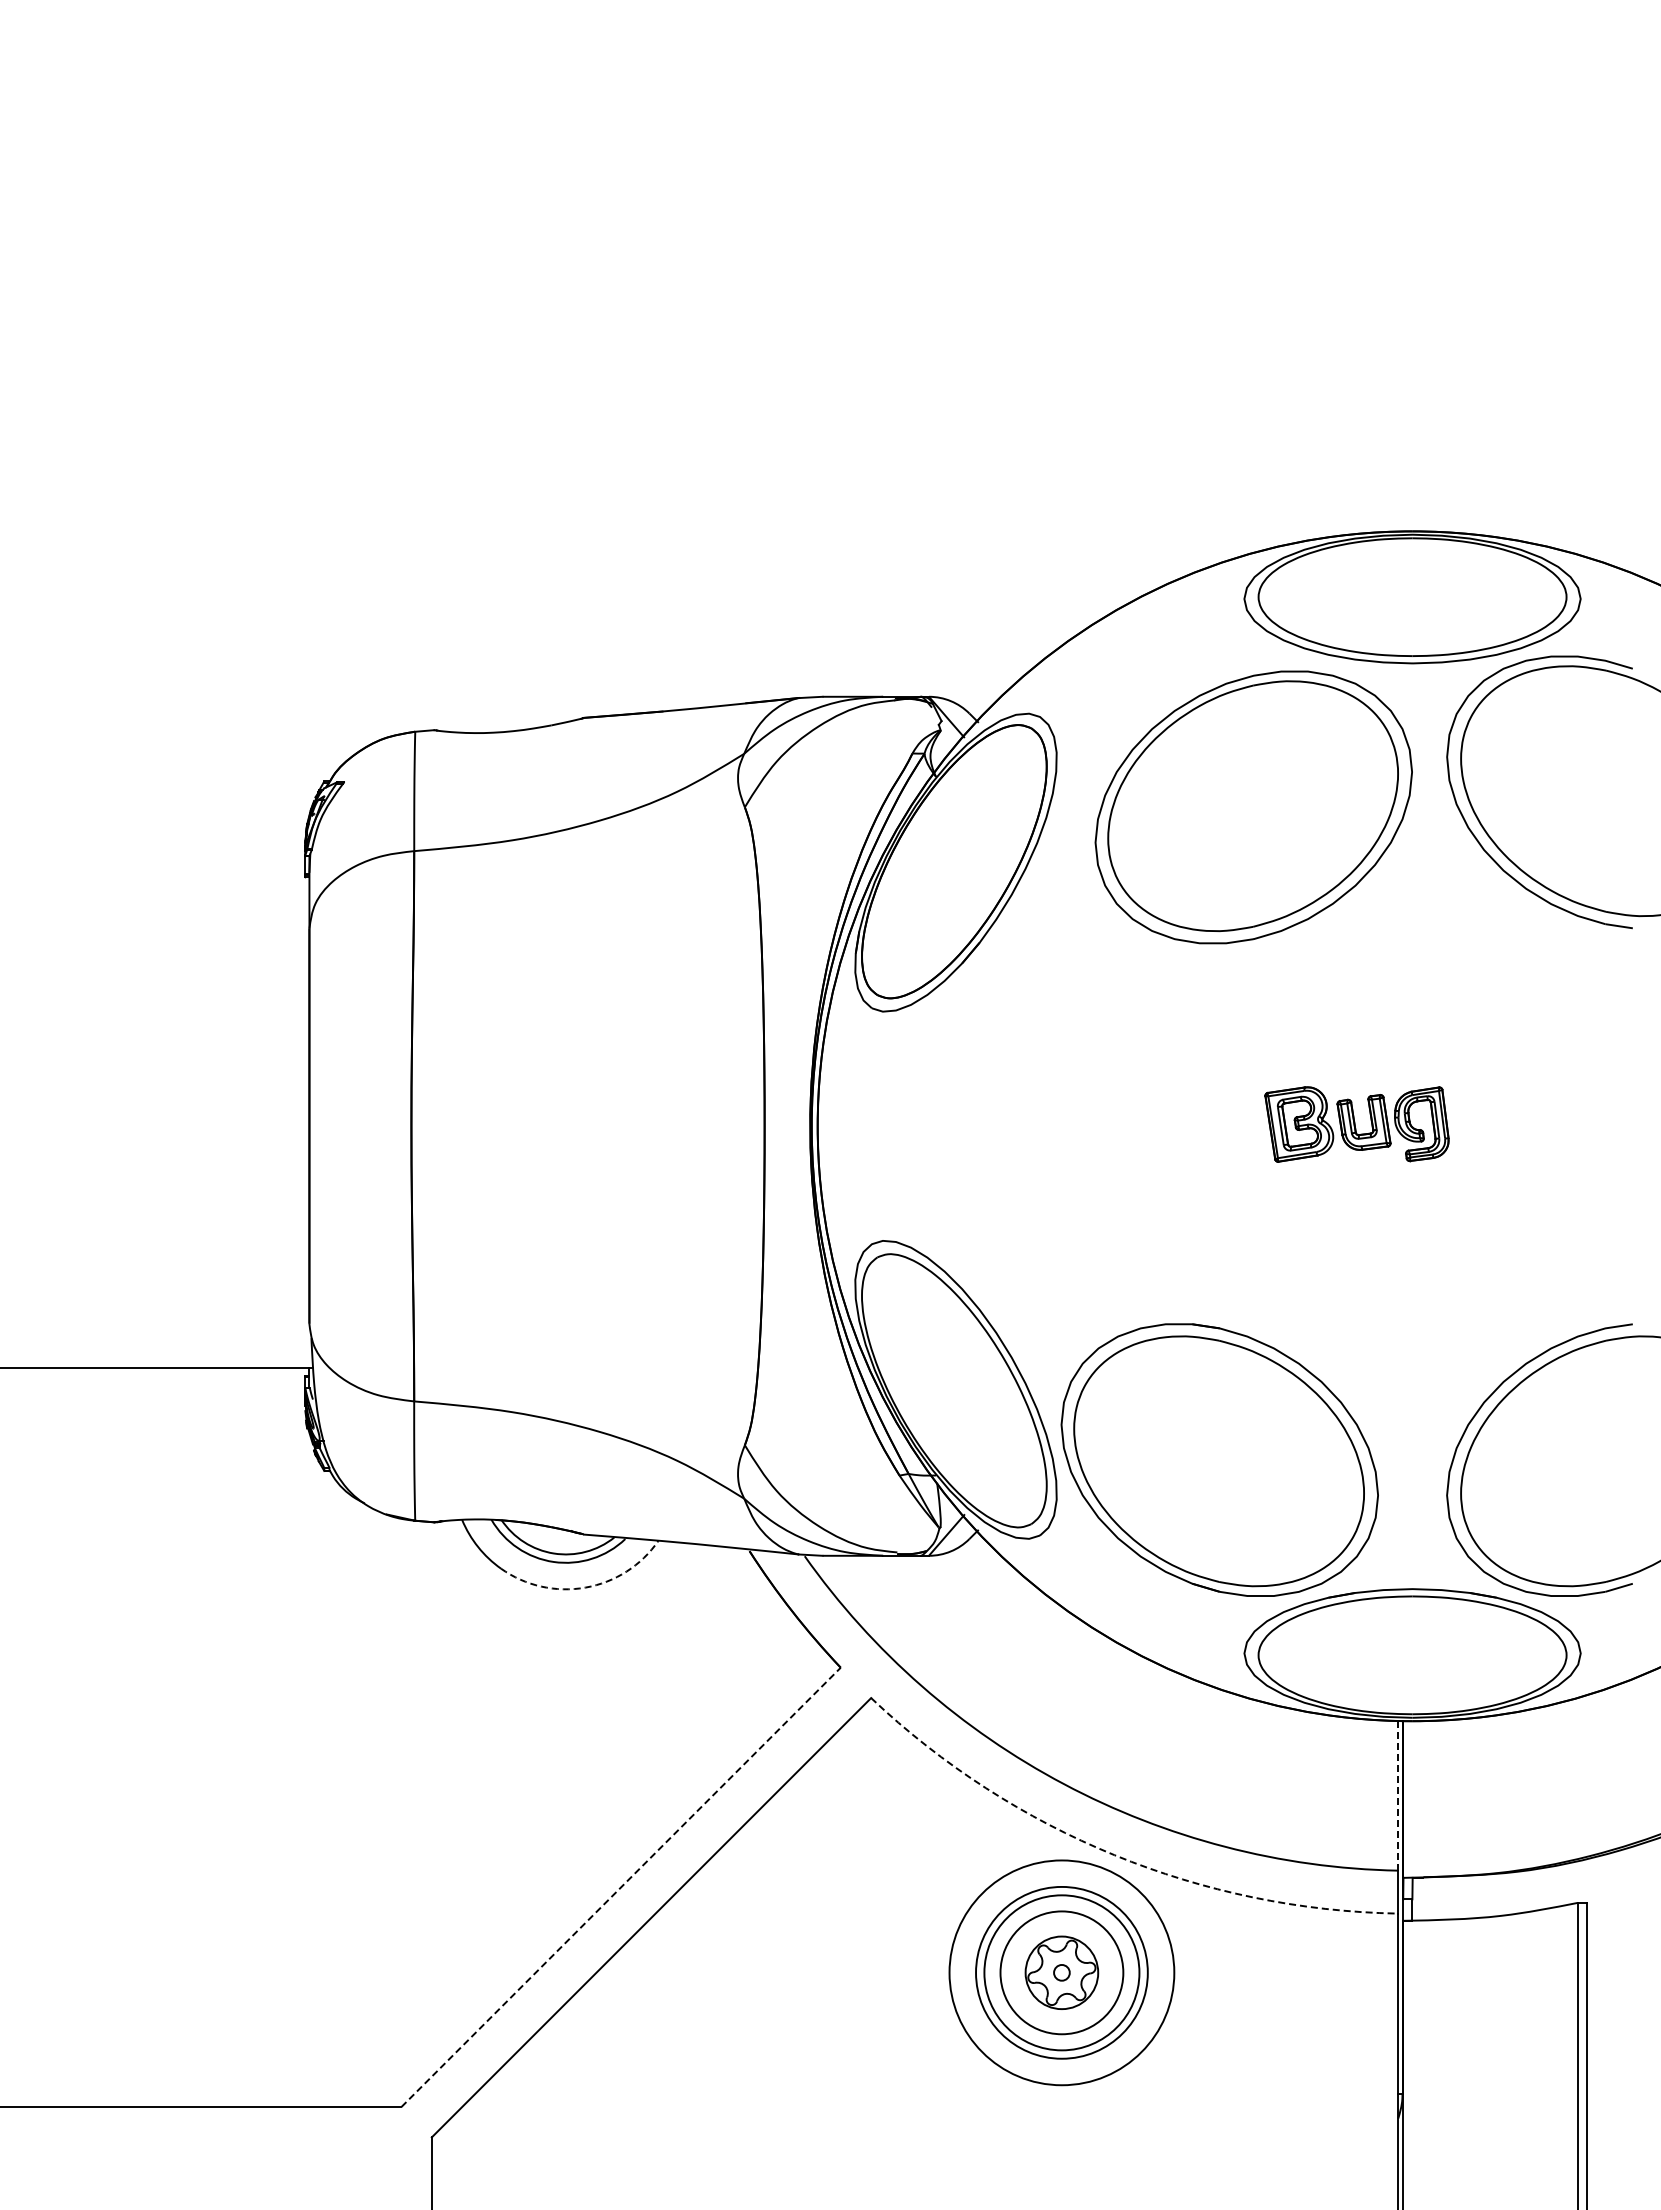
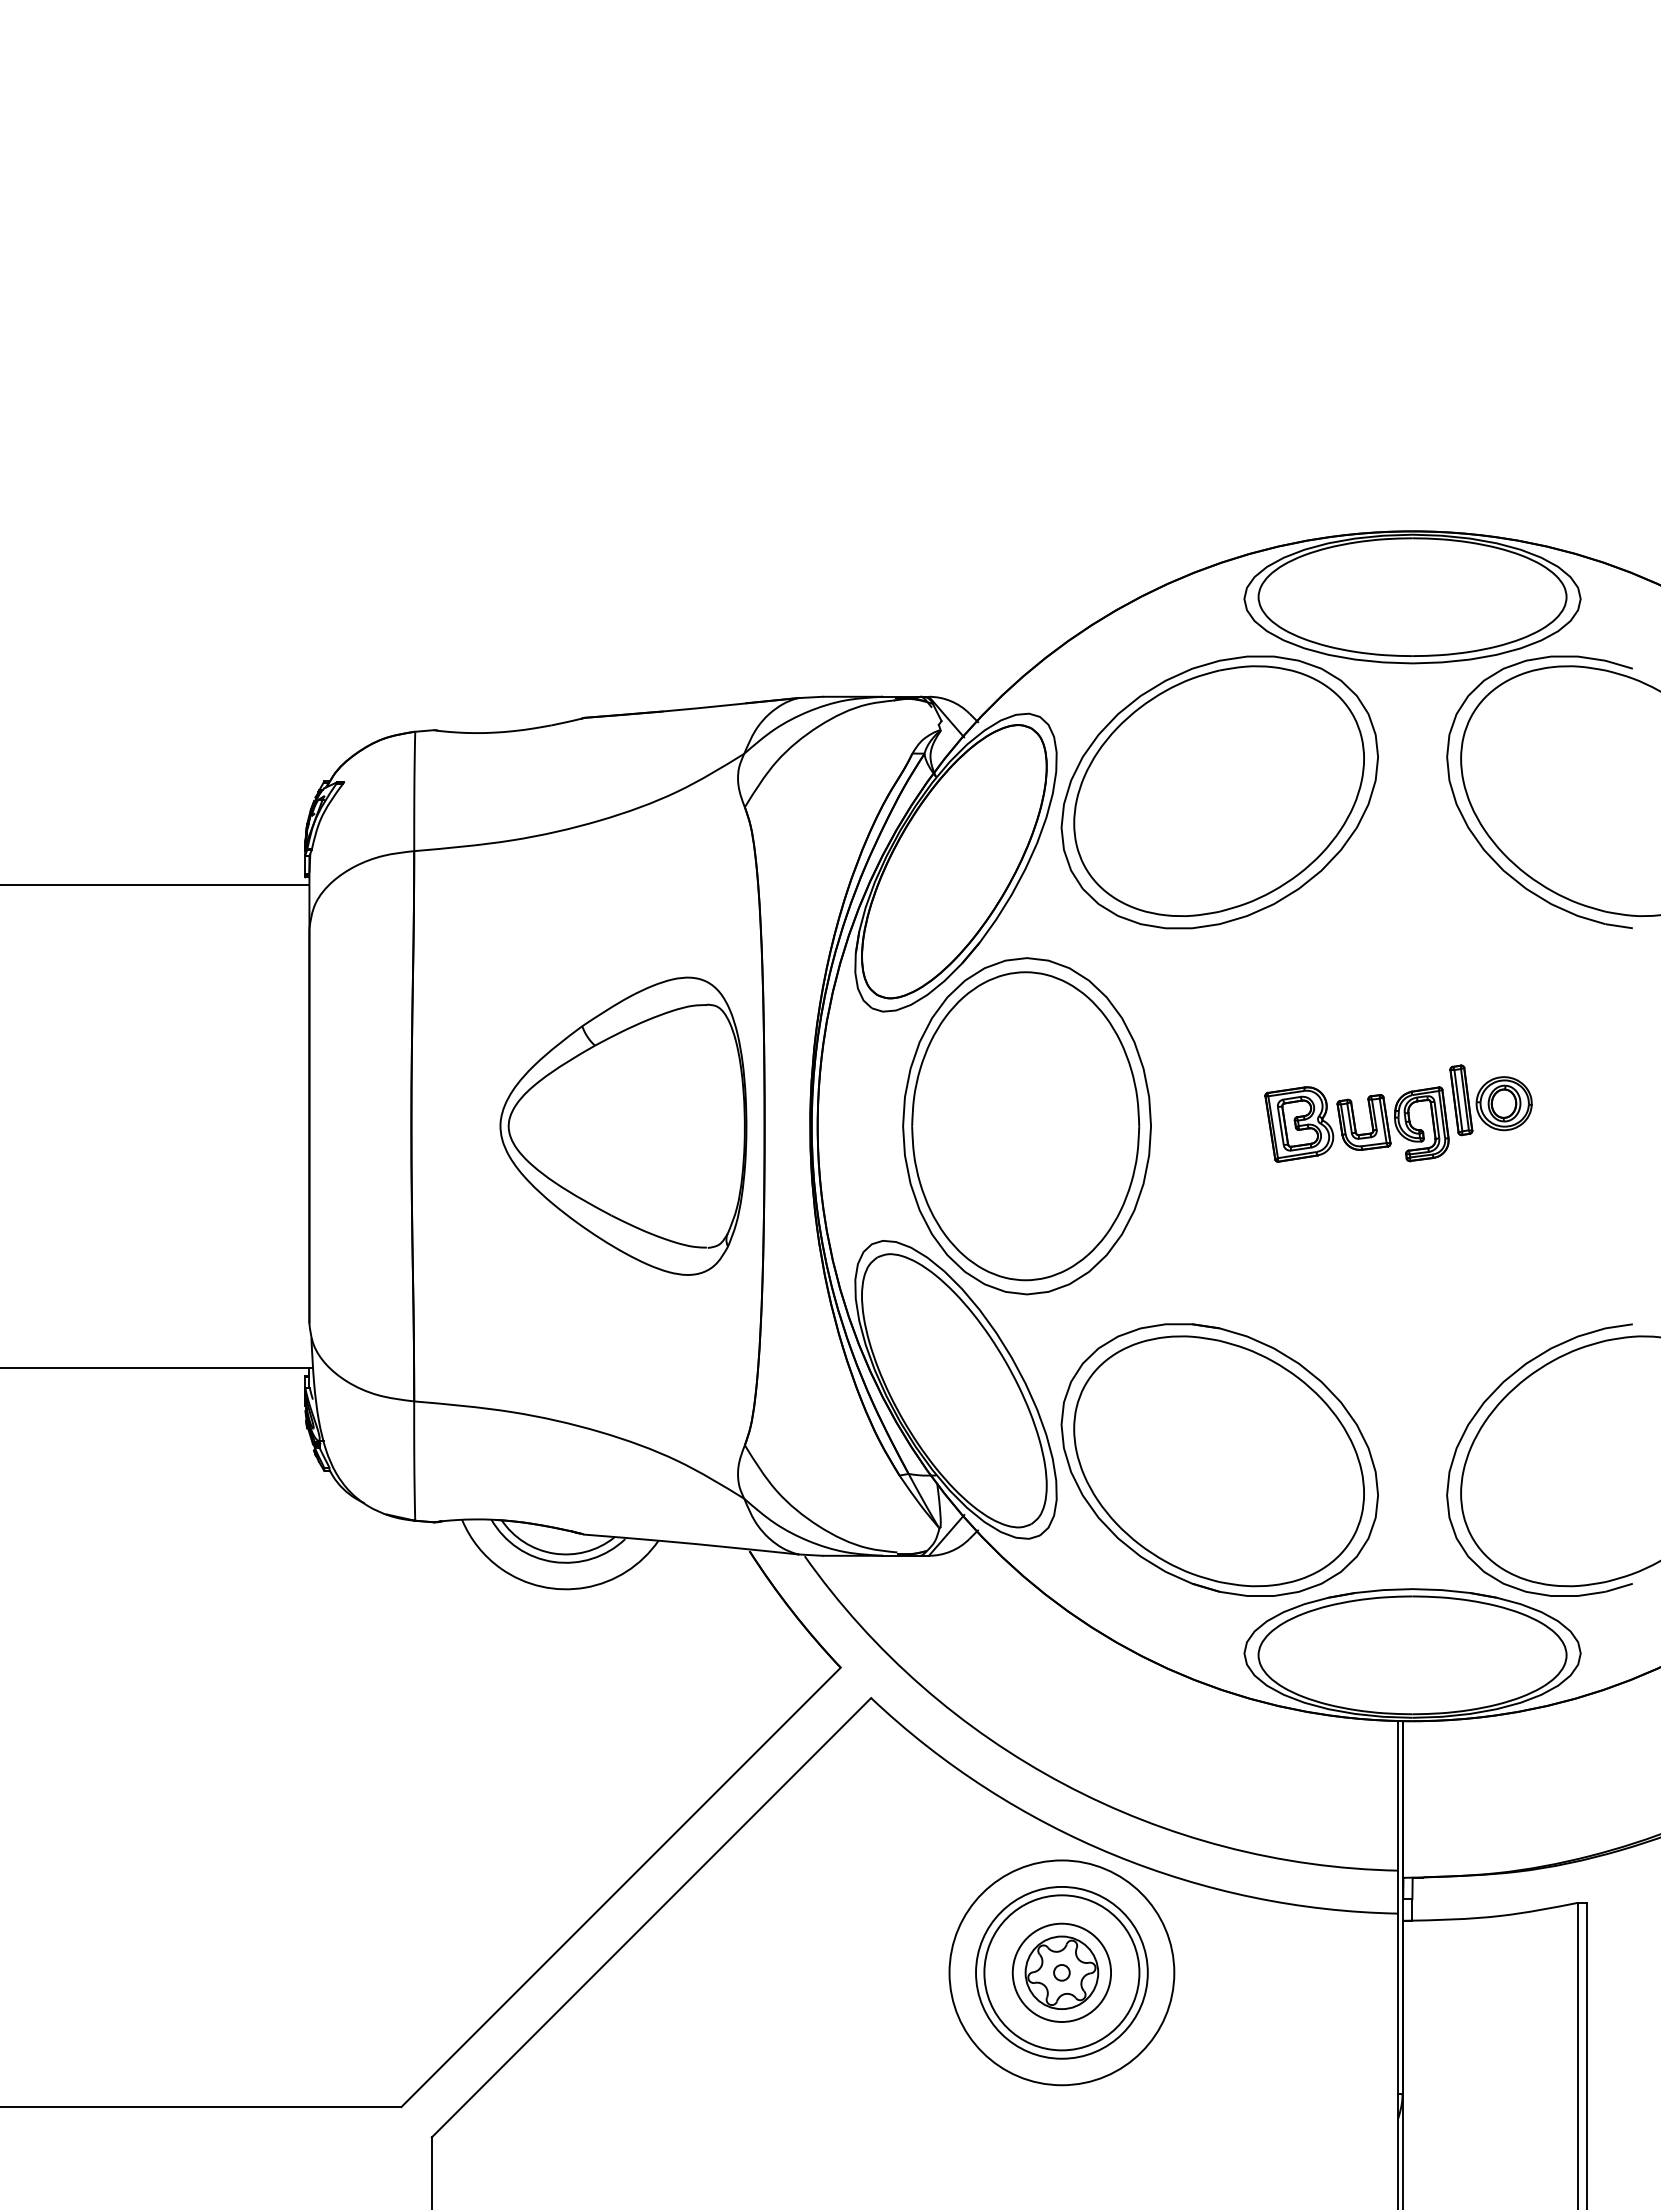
part at (1253, 807) position: (1253, 807) -> (1219, 792)
line at (155, 885): none -> present
part at (1490, 1100): none -> present
part at (623, 1125): none -> present
part at (1026, 1126): none -> present
arc at (585, 1587): dashed -> solid
line at (1398, 1795): dashed -> solid
arc at (1114, 1855): dashed -> solid
line at (621, 1887): dashed -> solid
circle at (1061, 1972) diameter: 123 px -> 98 px
